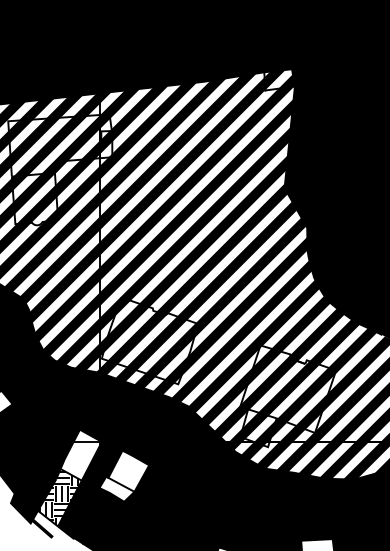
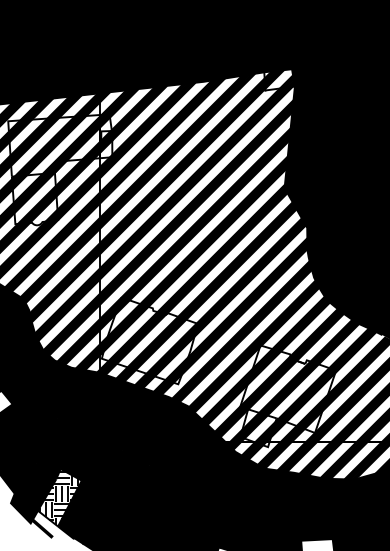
fill at (80, 454): none -> present
fill at (124, 475): none -> present
